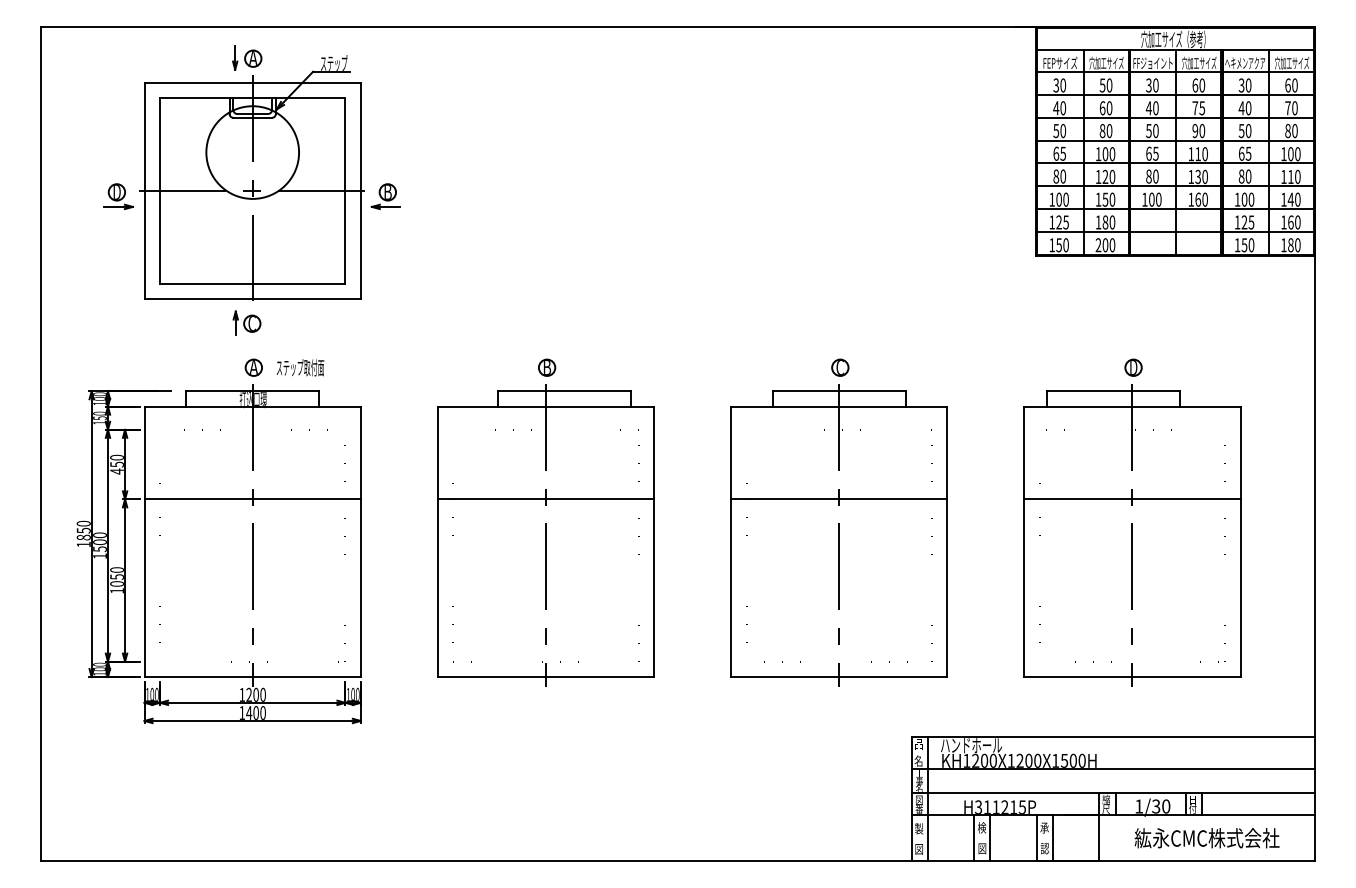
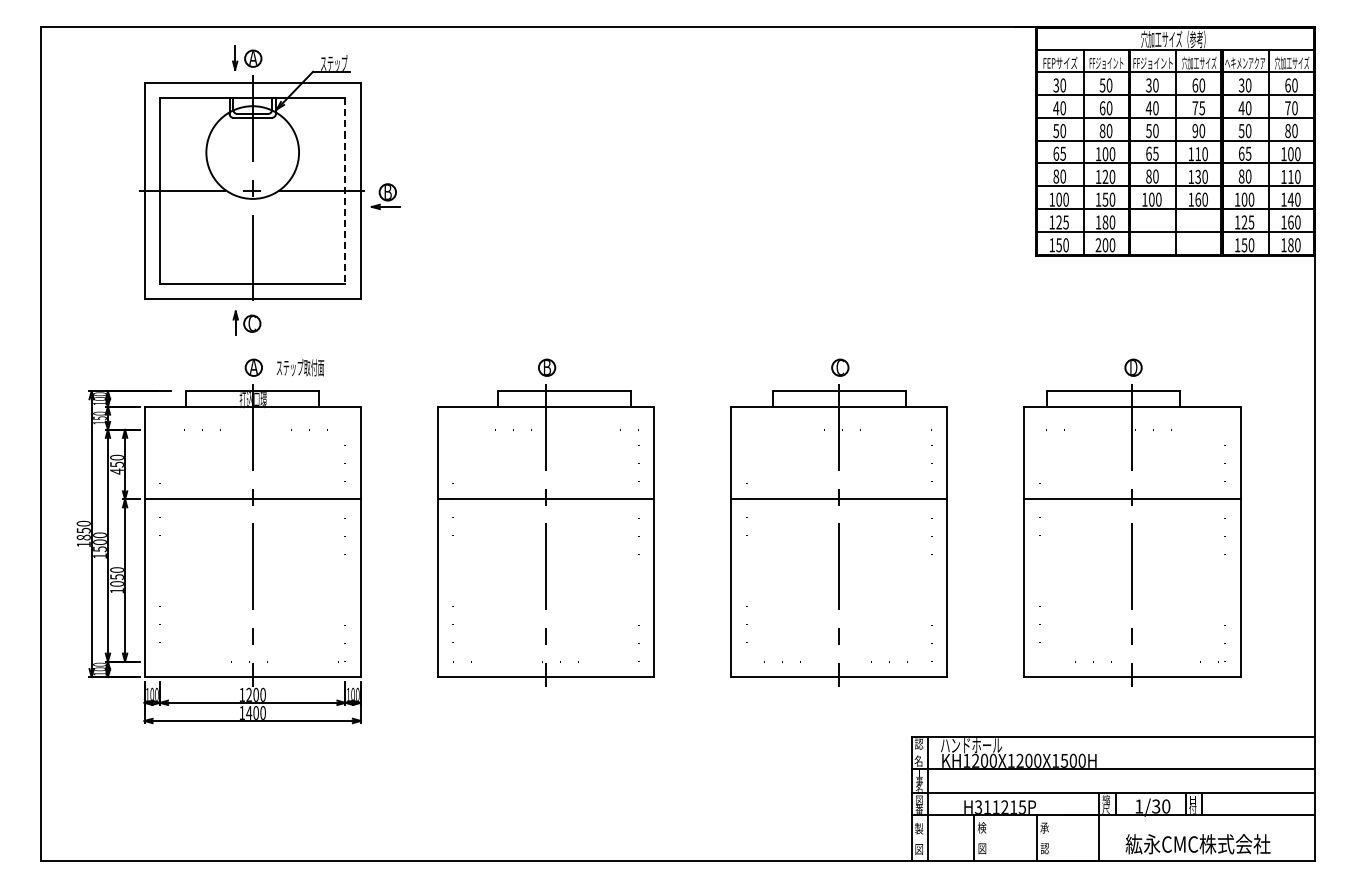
text at (1106, 62): 穴加工サイズ -> FFジョイント
line at (345, 191): solid -> dashed
part at (118, 196): present -> none
text at (918, 743): 品 -> 認
line at (990, 837): present -> none
line at (1052, 837): present -> none
text at (1206, 838) position: (1206, 838) -> (1197, 844)
